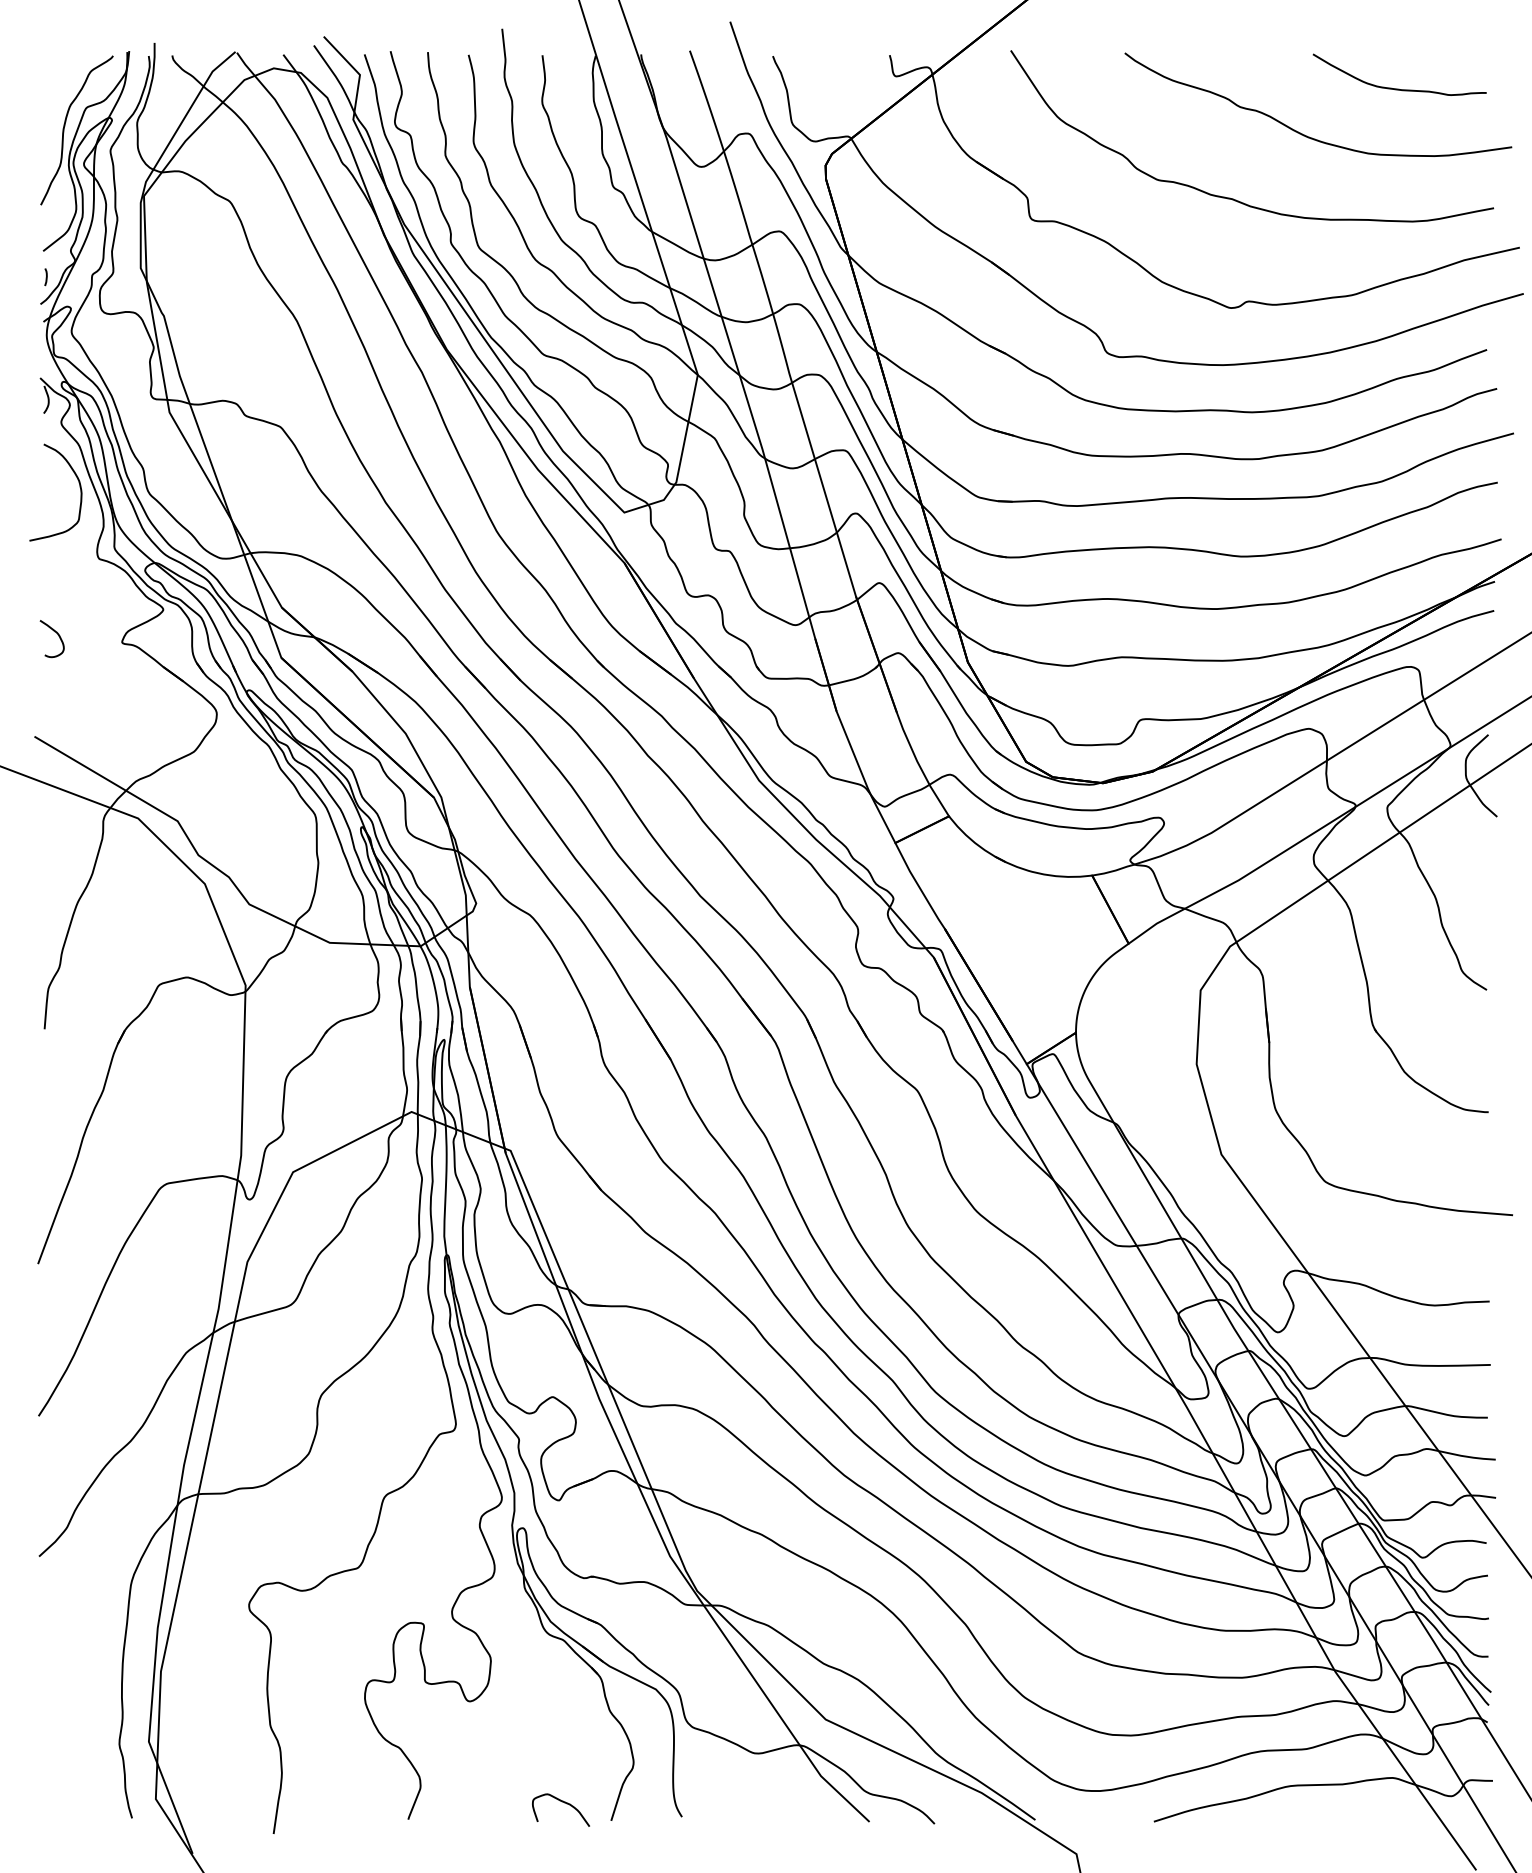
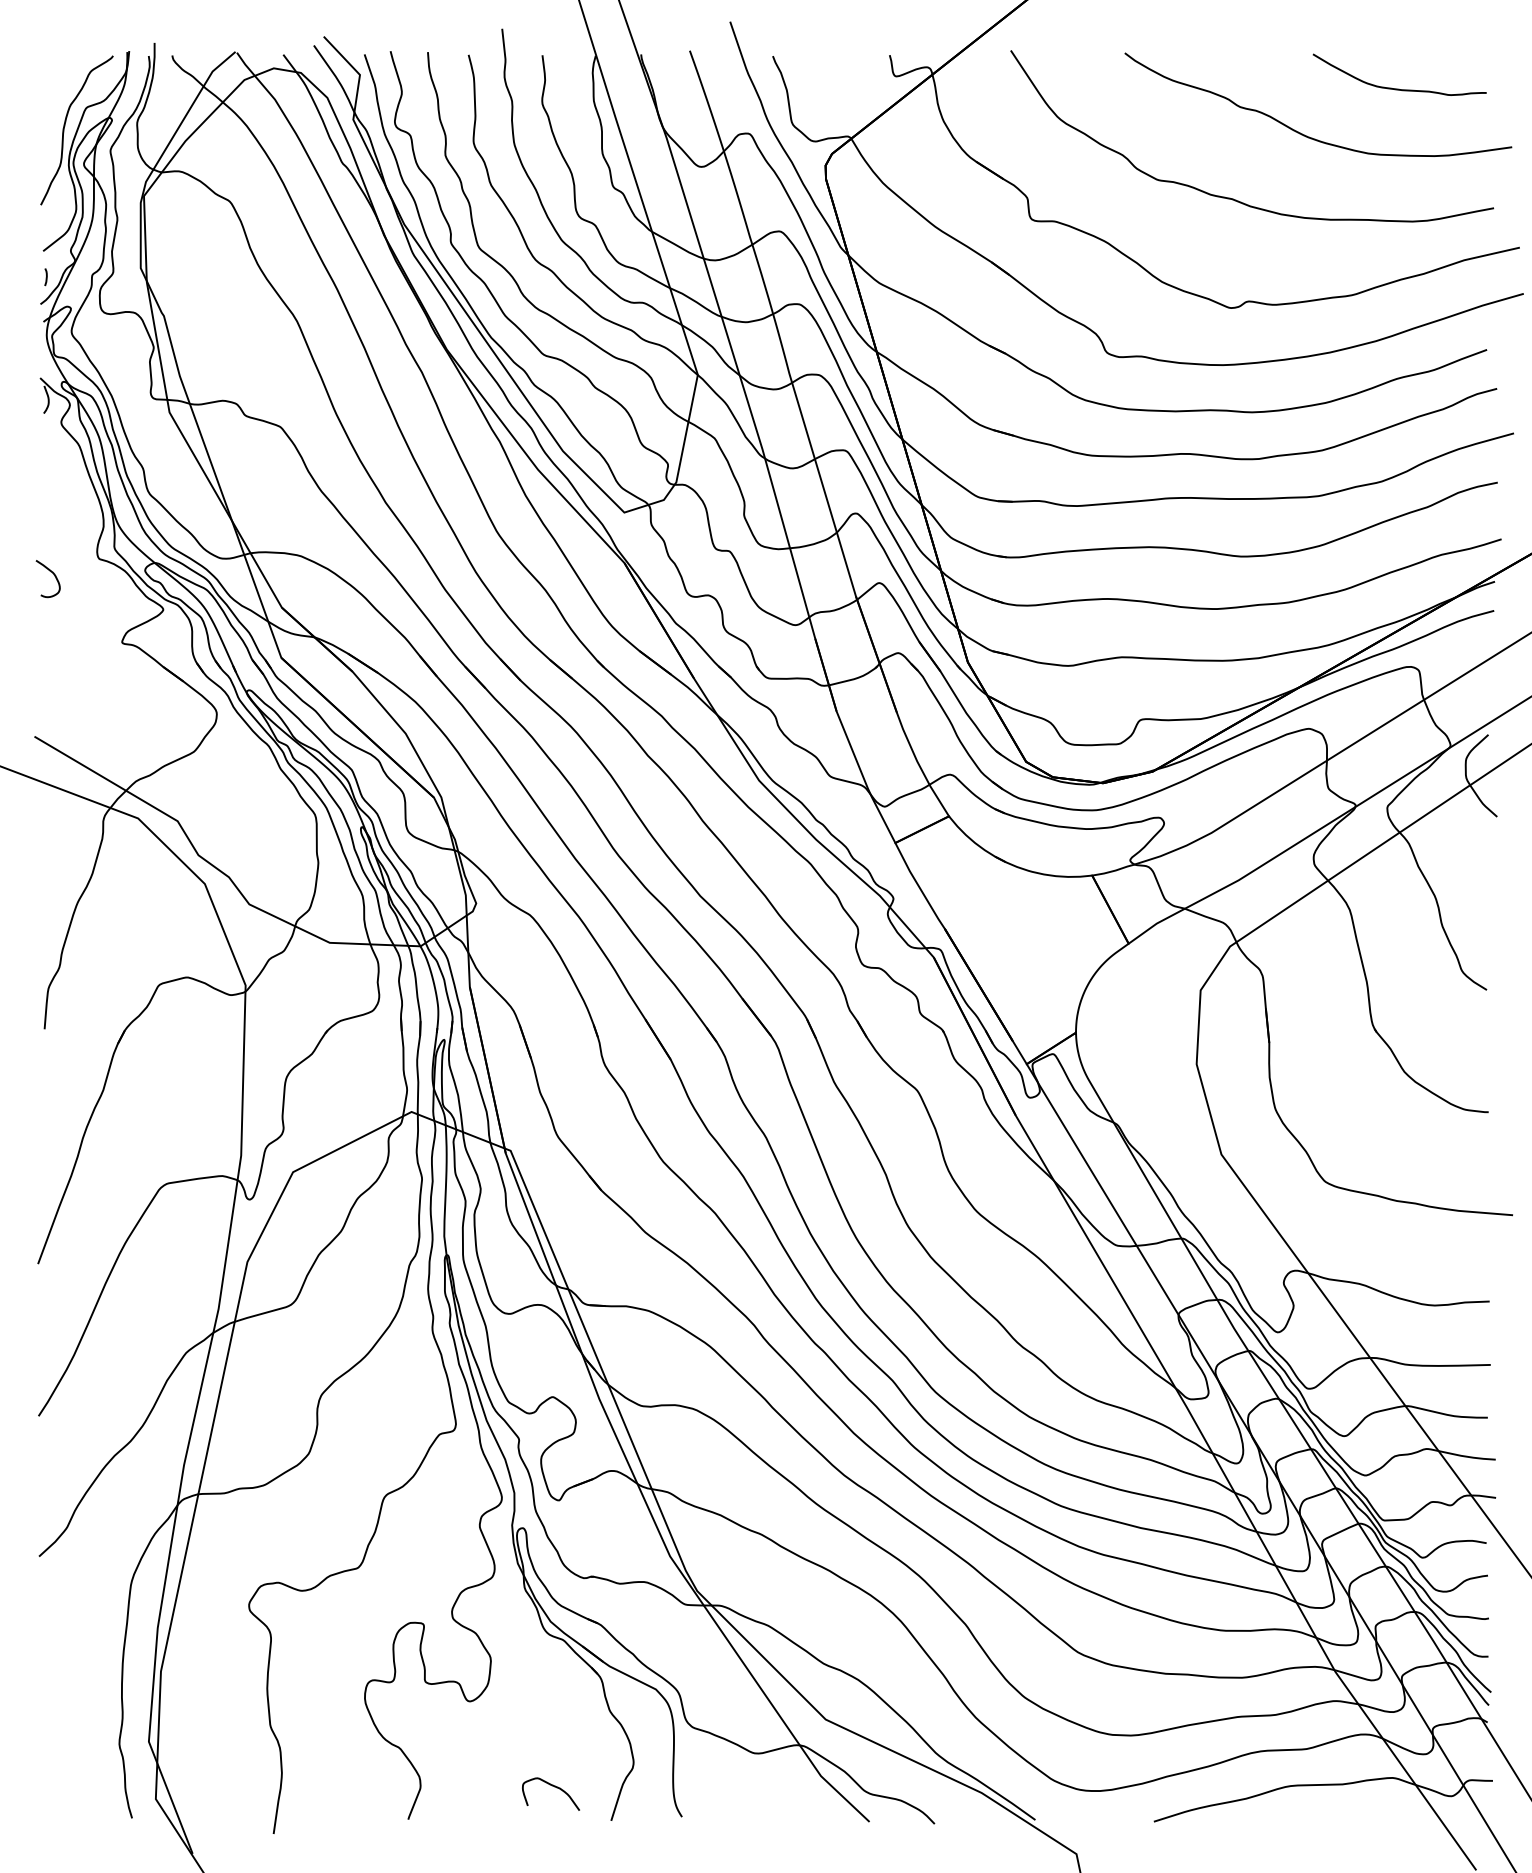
curve at (79, 487): present -> none
curve at (58, 636) position: (58, 636) -> (54, 576)
curve at (564, 1803) position: (564, 1803) -> (554, 1787)
